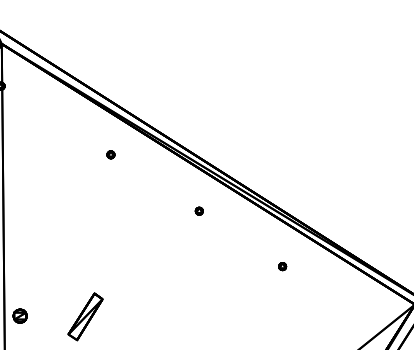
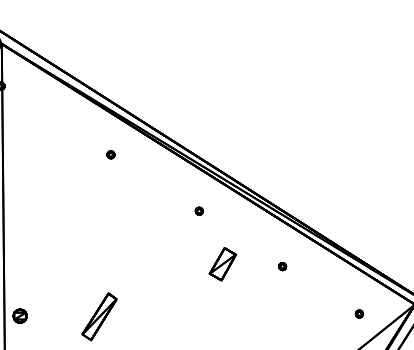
part at (222, 264): none -> present
part at (358, 313): none -> present
part at (85, 316) position: (85, 316) -> (99, 316)
